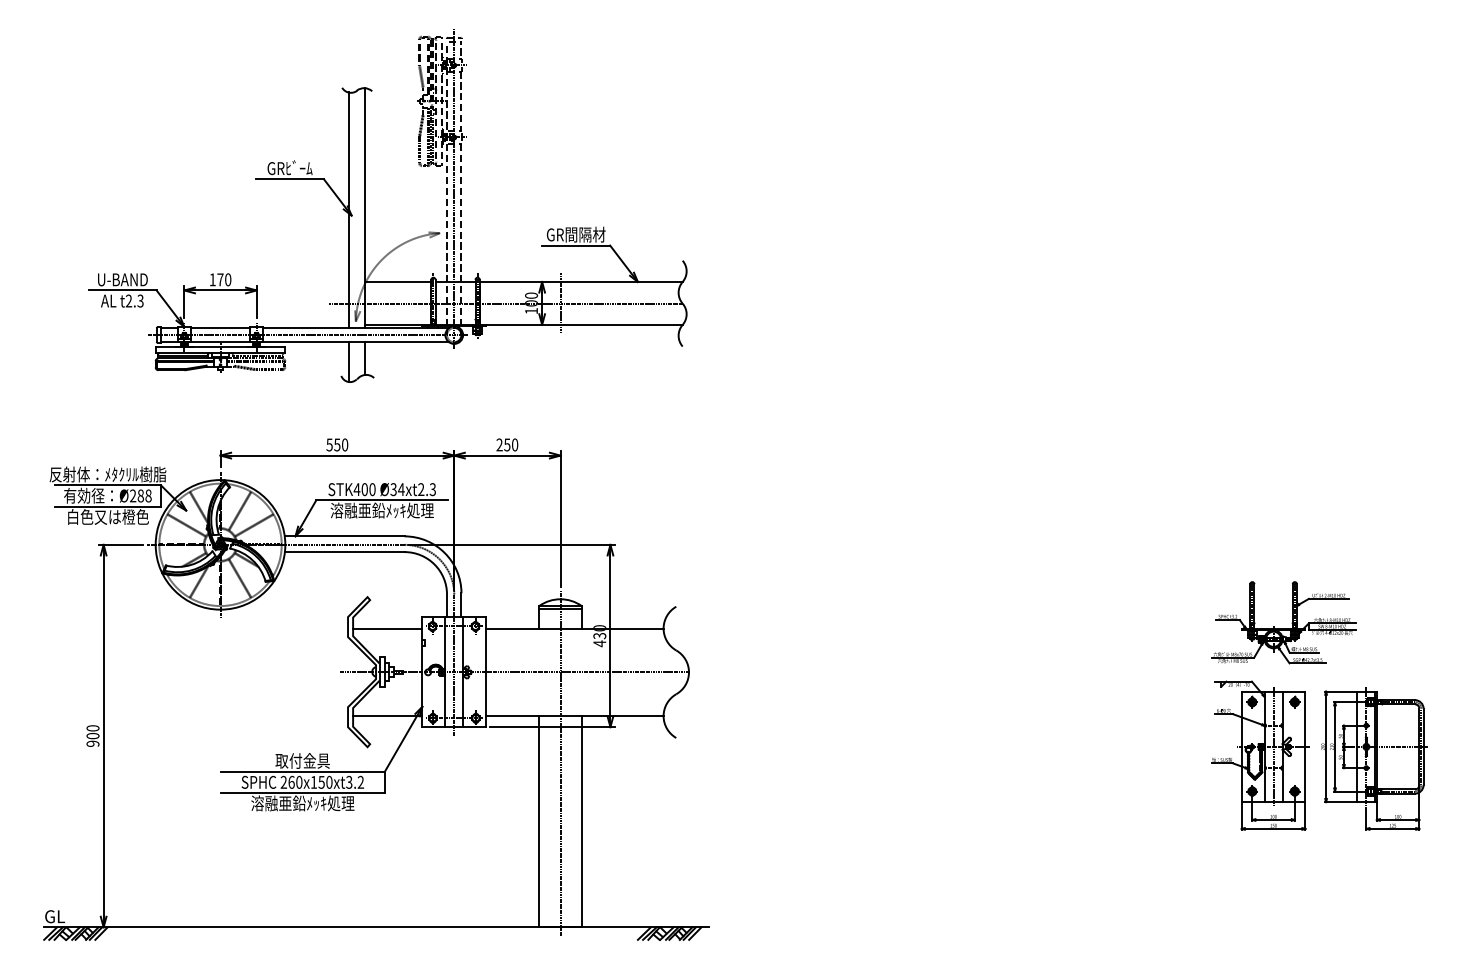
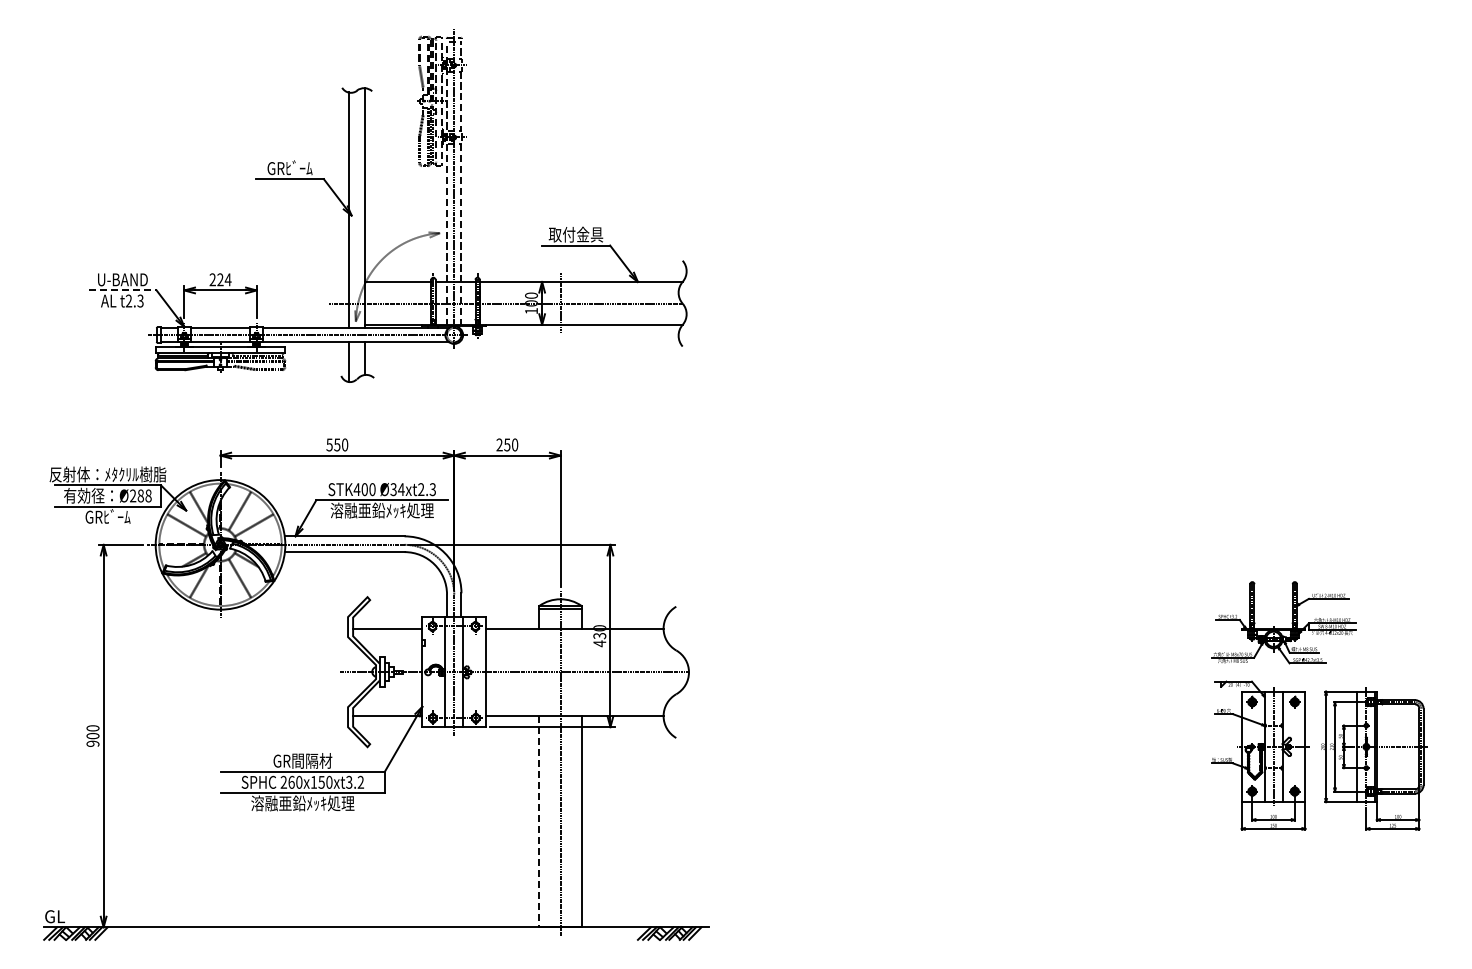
text at (575, 234): GR間隔材 -> 取付金具
text at (220, 279): 170 -> 224
line at (122, 290): solid -> dashed
text at (108, 516): 白色又は橙色 -> GRﾋﾞｰﾑ
text at (302, 760): 取付金具 -> GR間隔材
line at (539, 821): solid -> dashed
